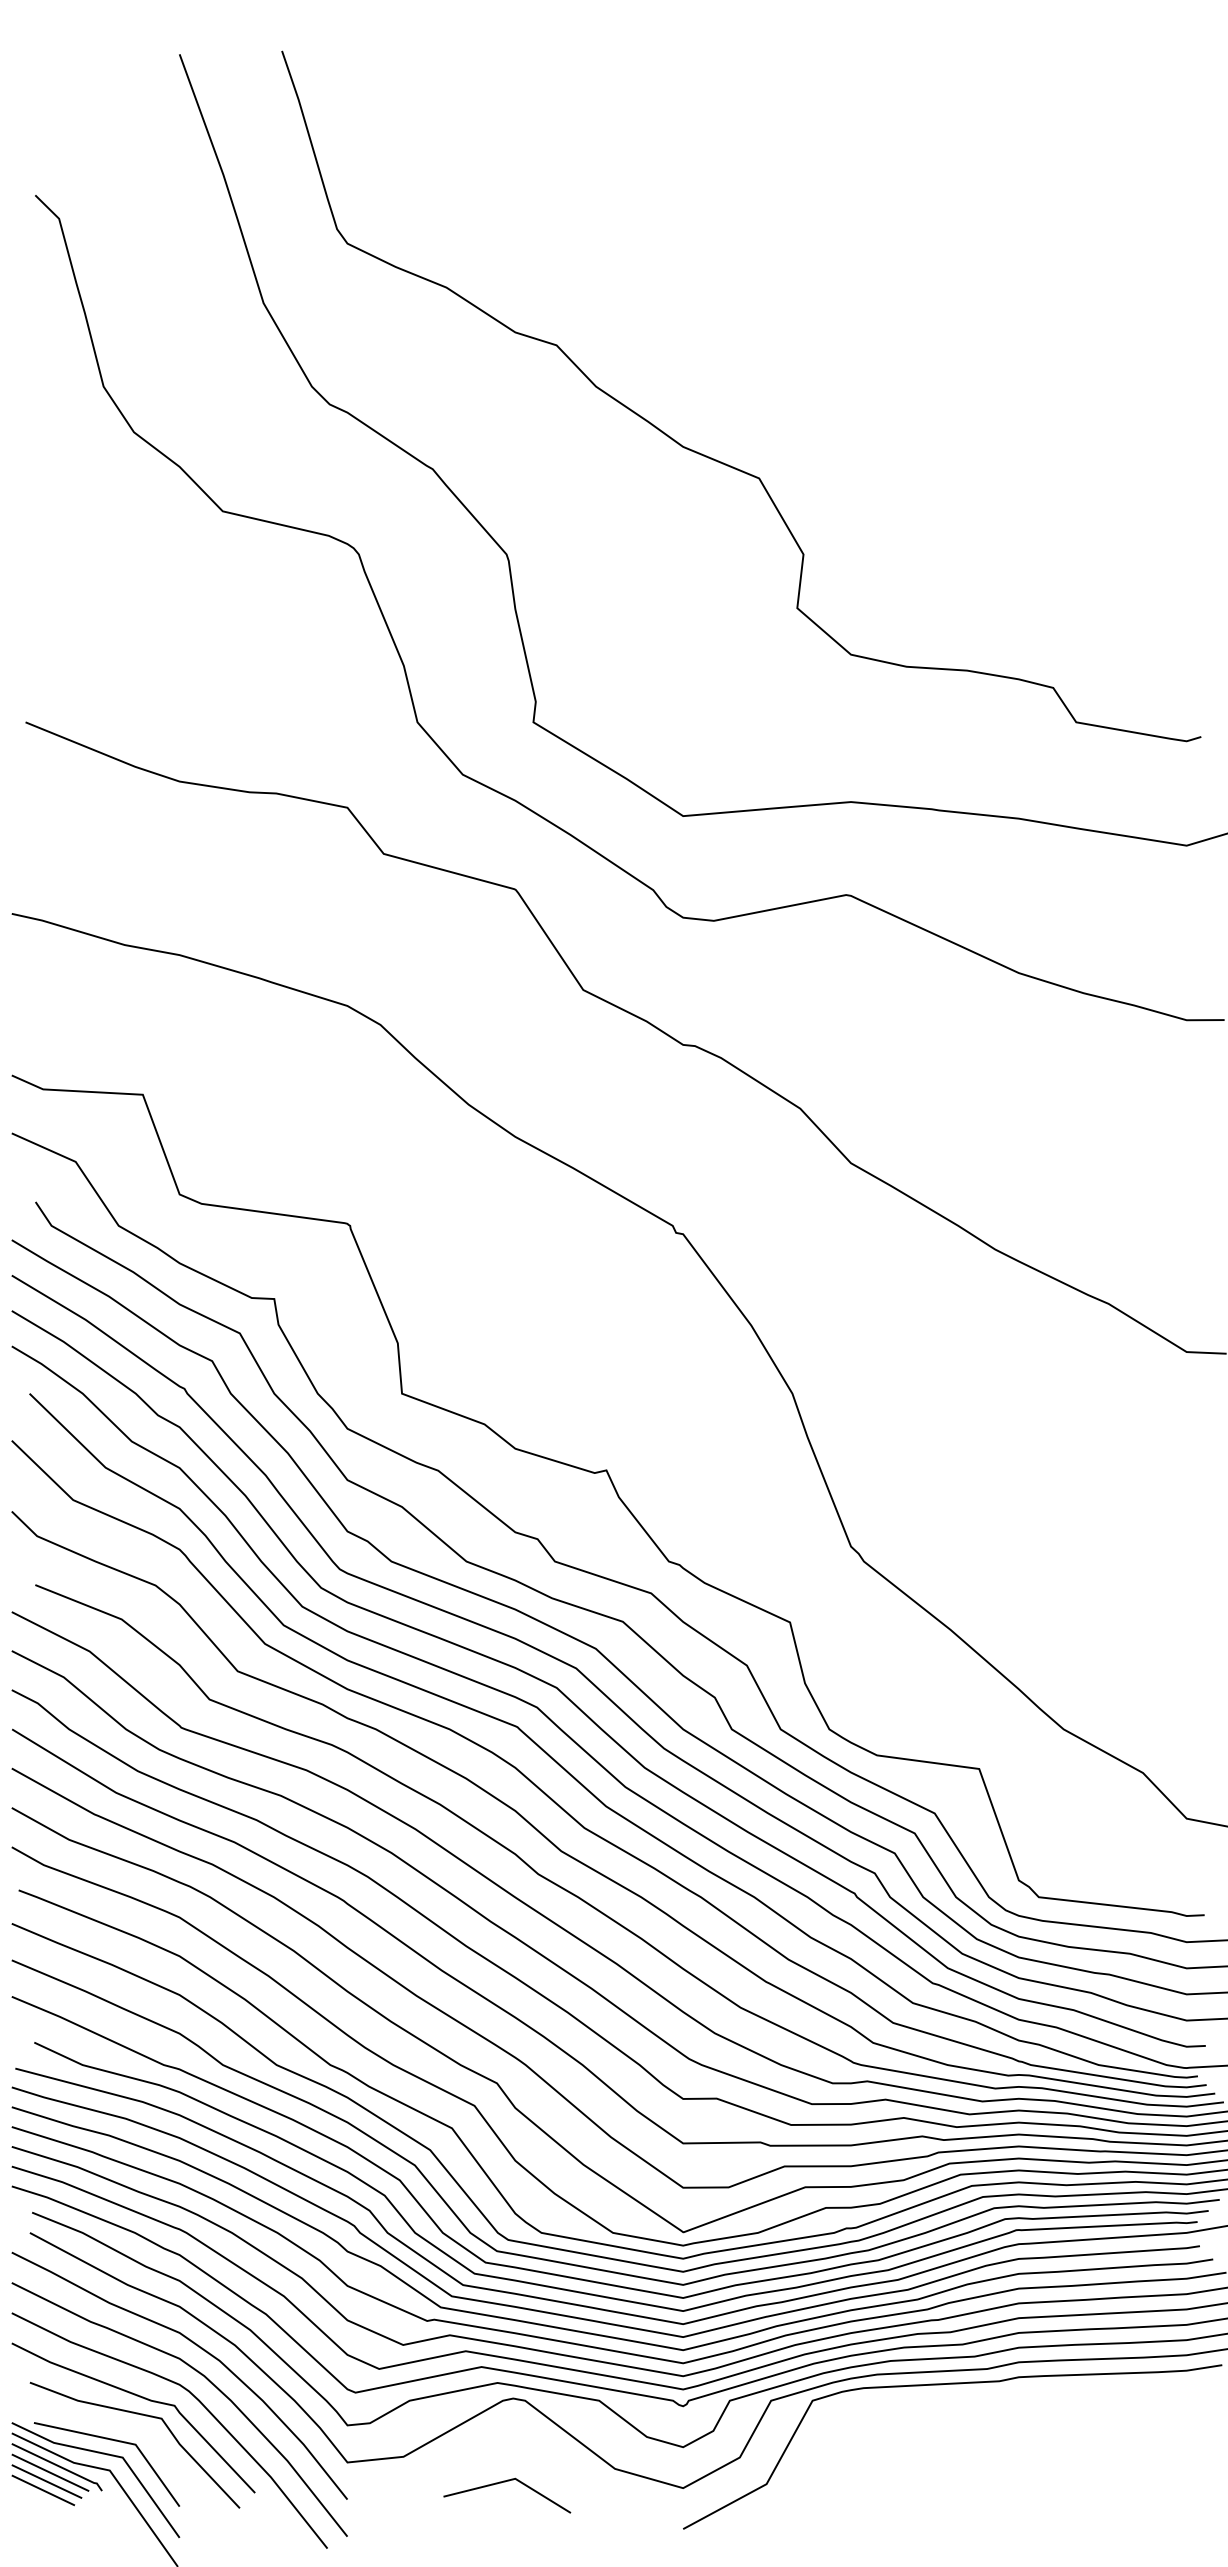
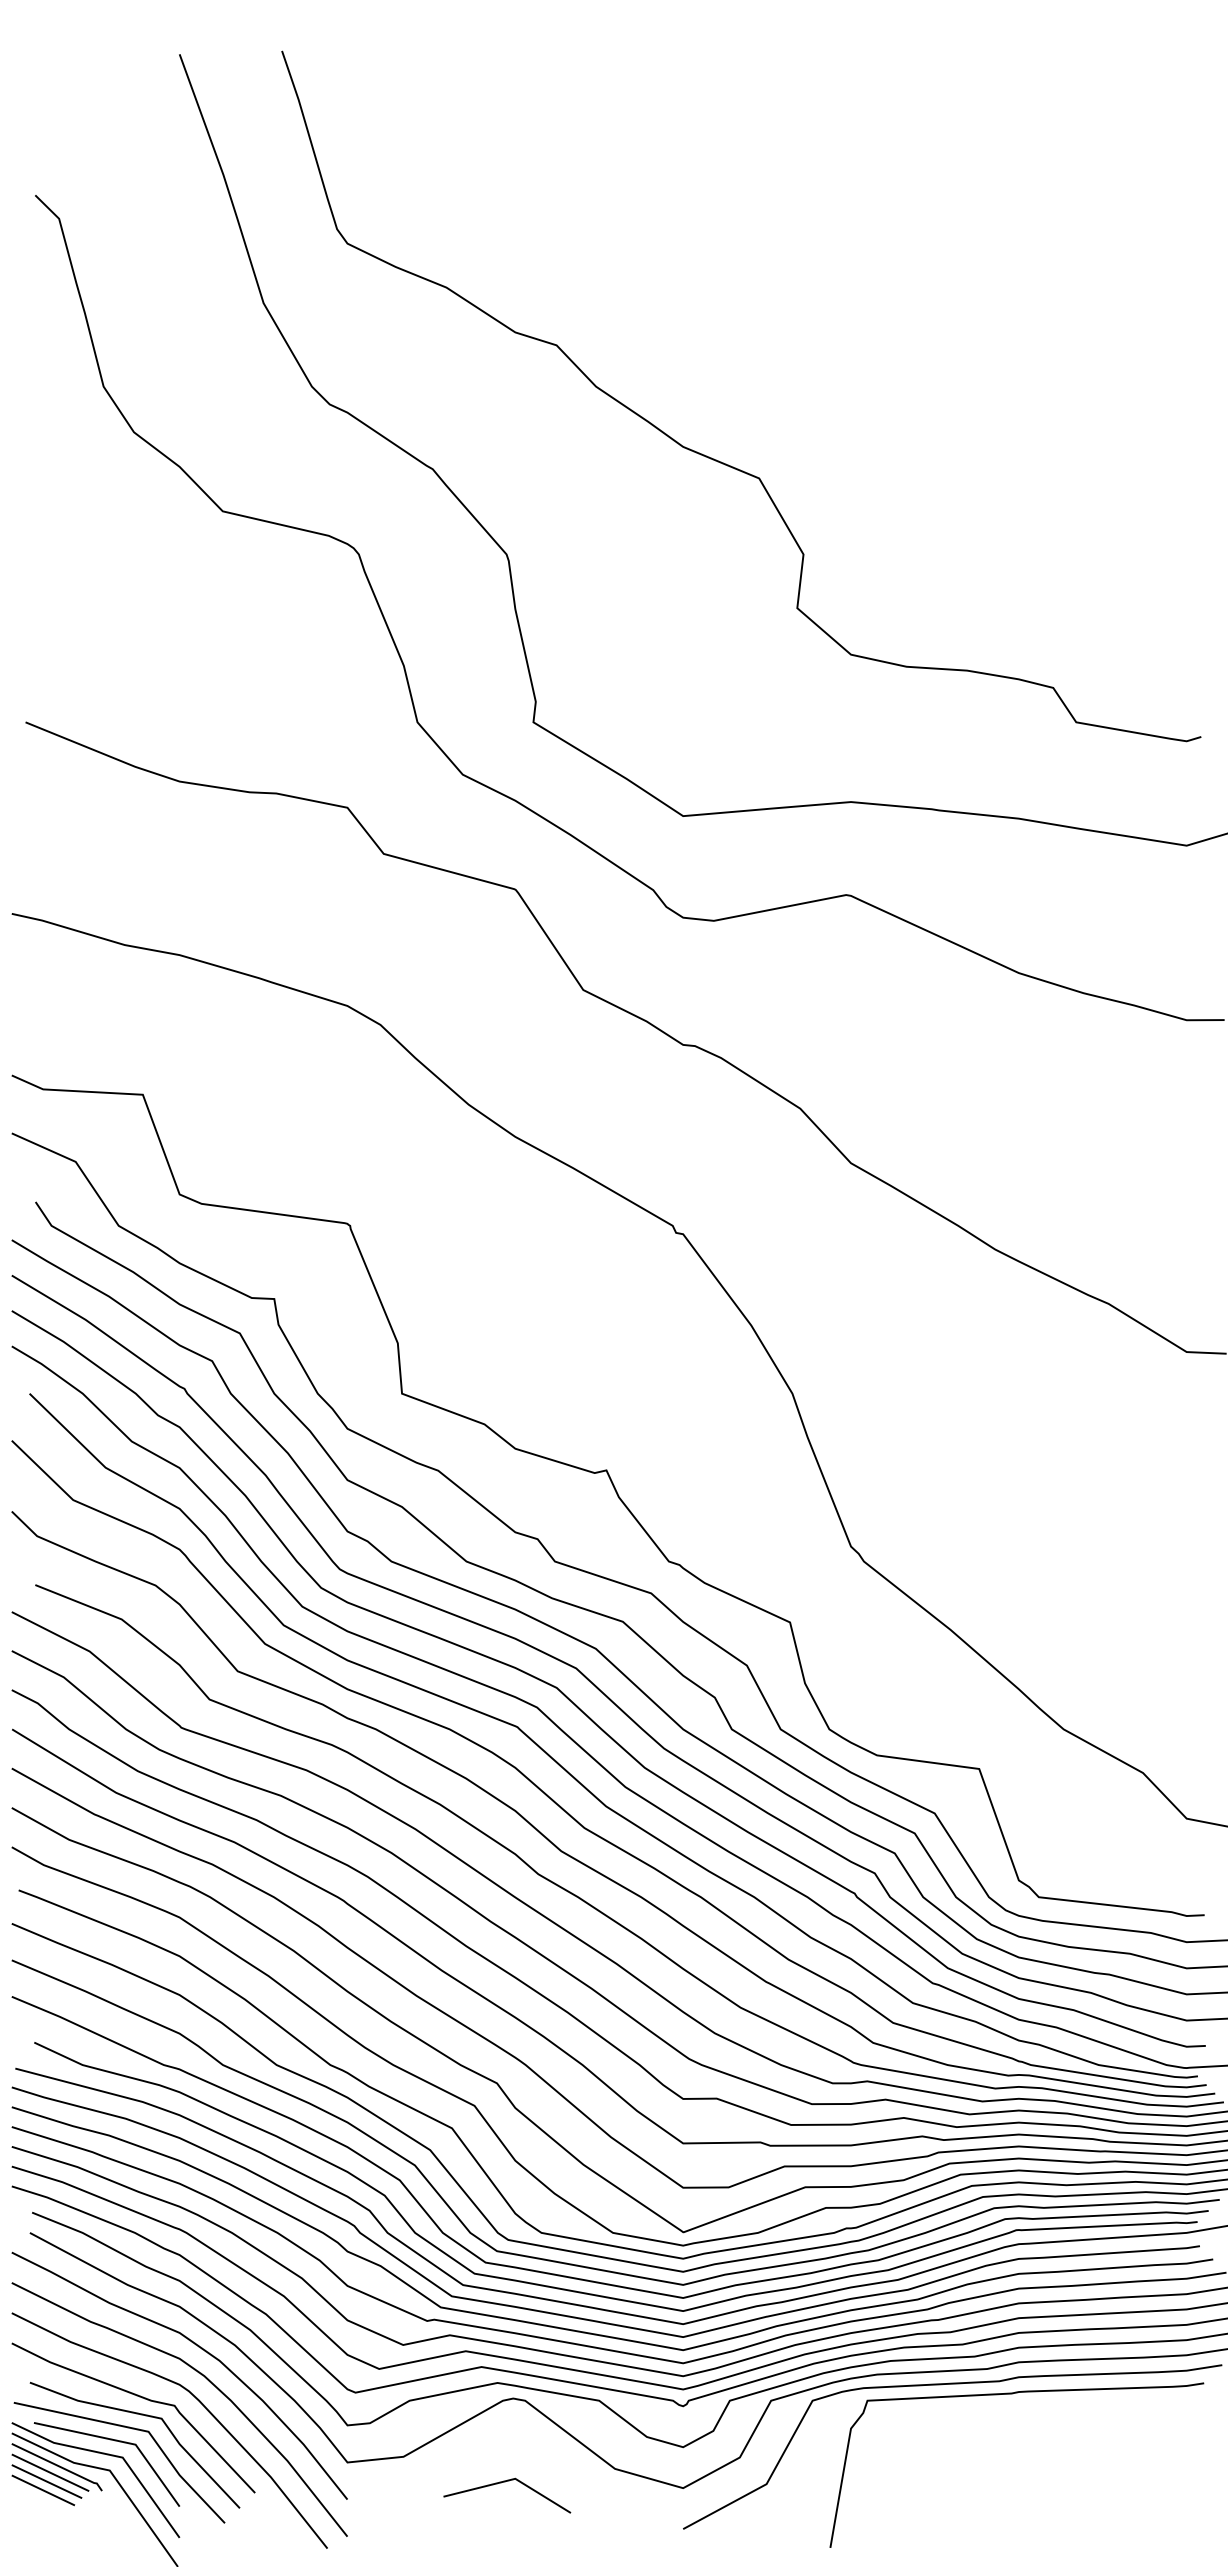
curve at (1013, 2394): none -> present
line at (127, 2428): none -> present
